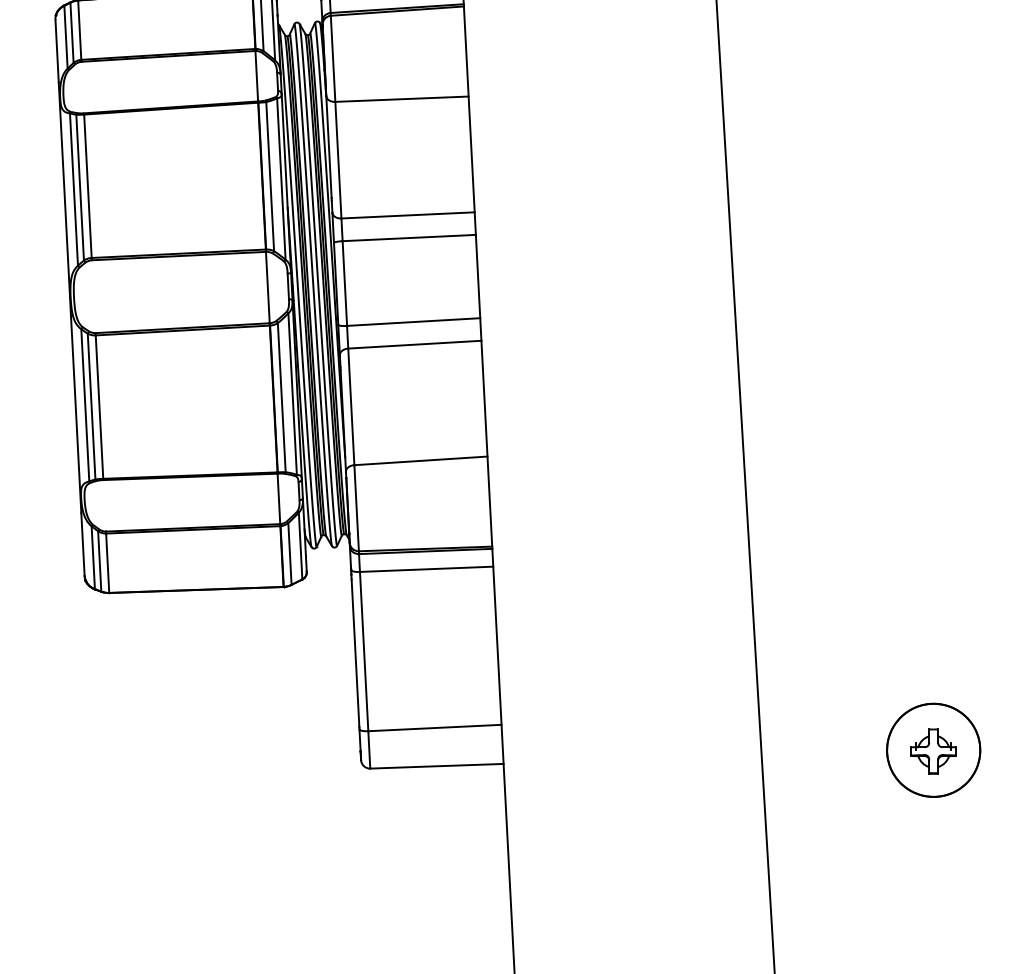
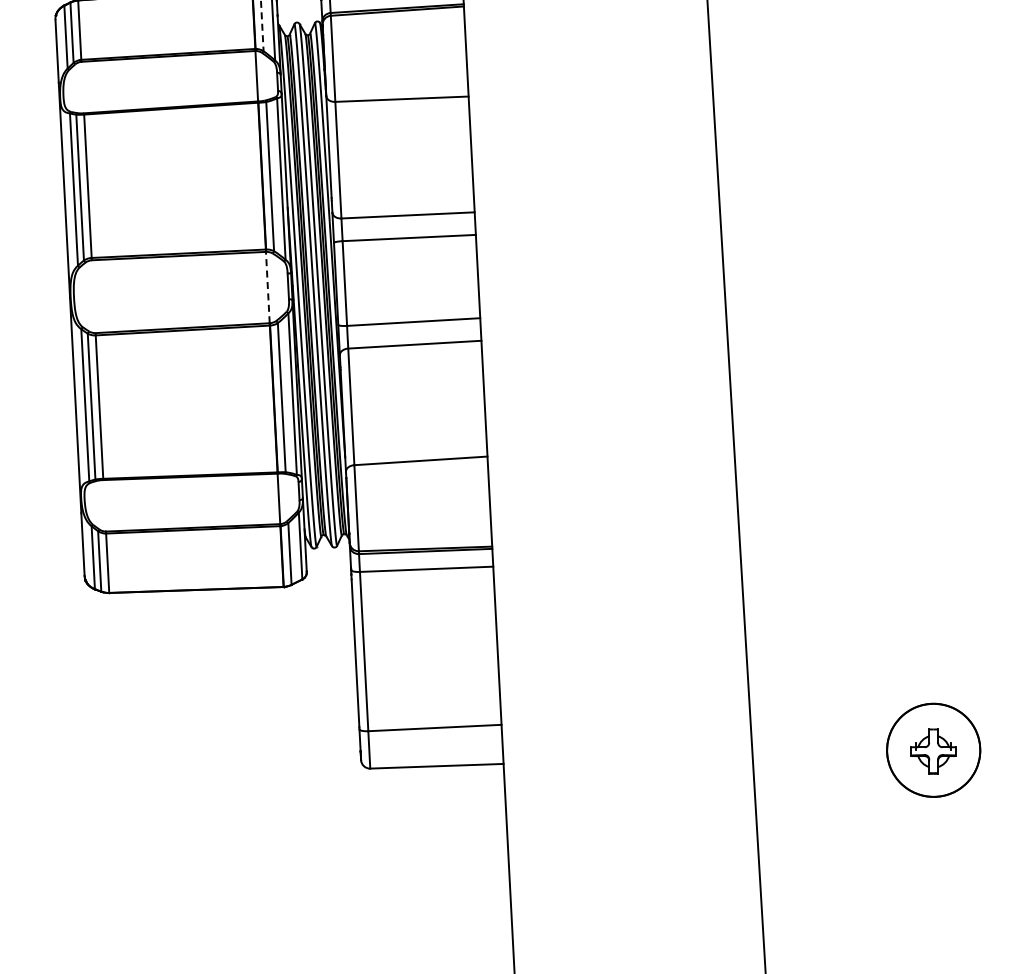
line at (262, 26): solid -> dashed
line at (267, 287): solid -> dashed
line at (745, 486) position: (745, 486) -> (736, 486)
